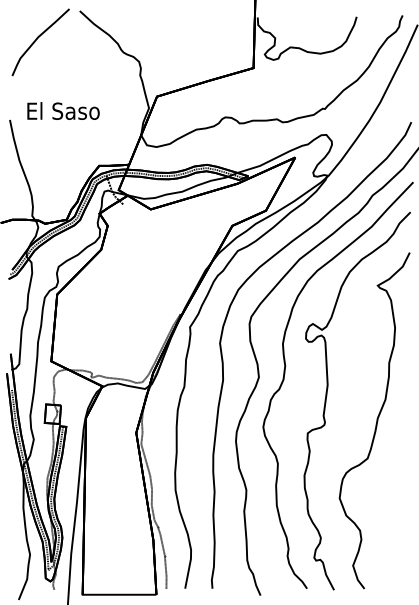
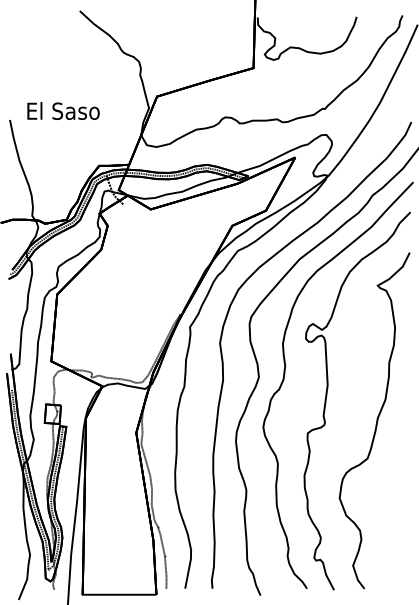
curve at (37, 39): present -> none
